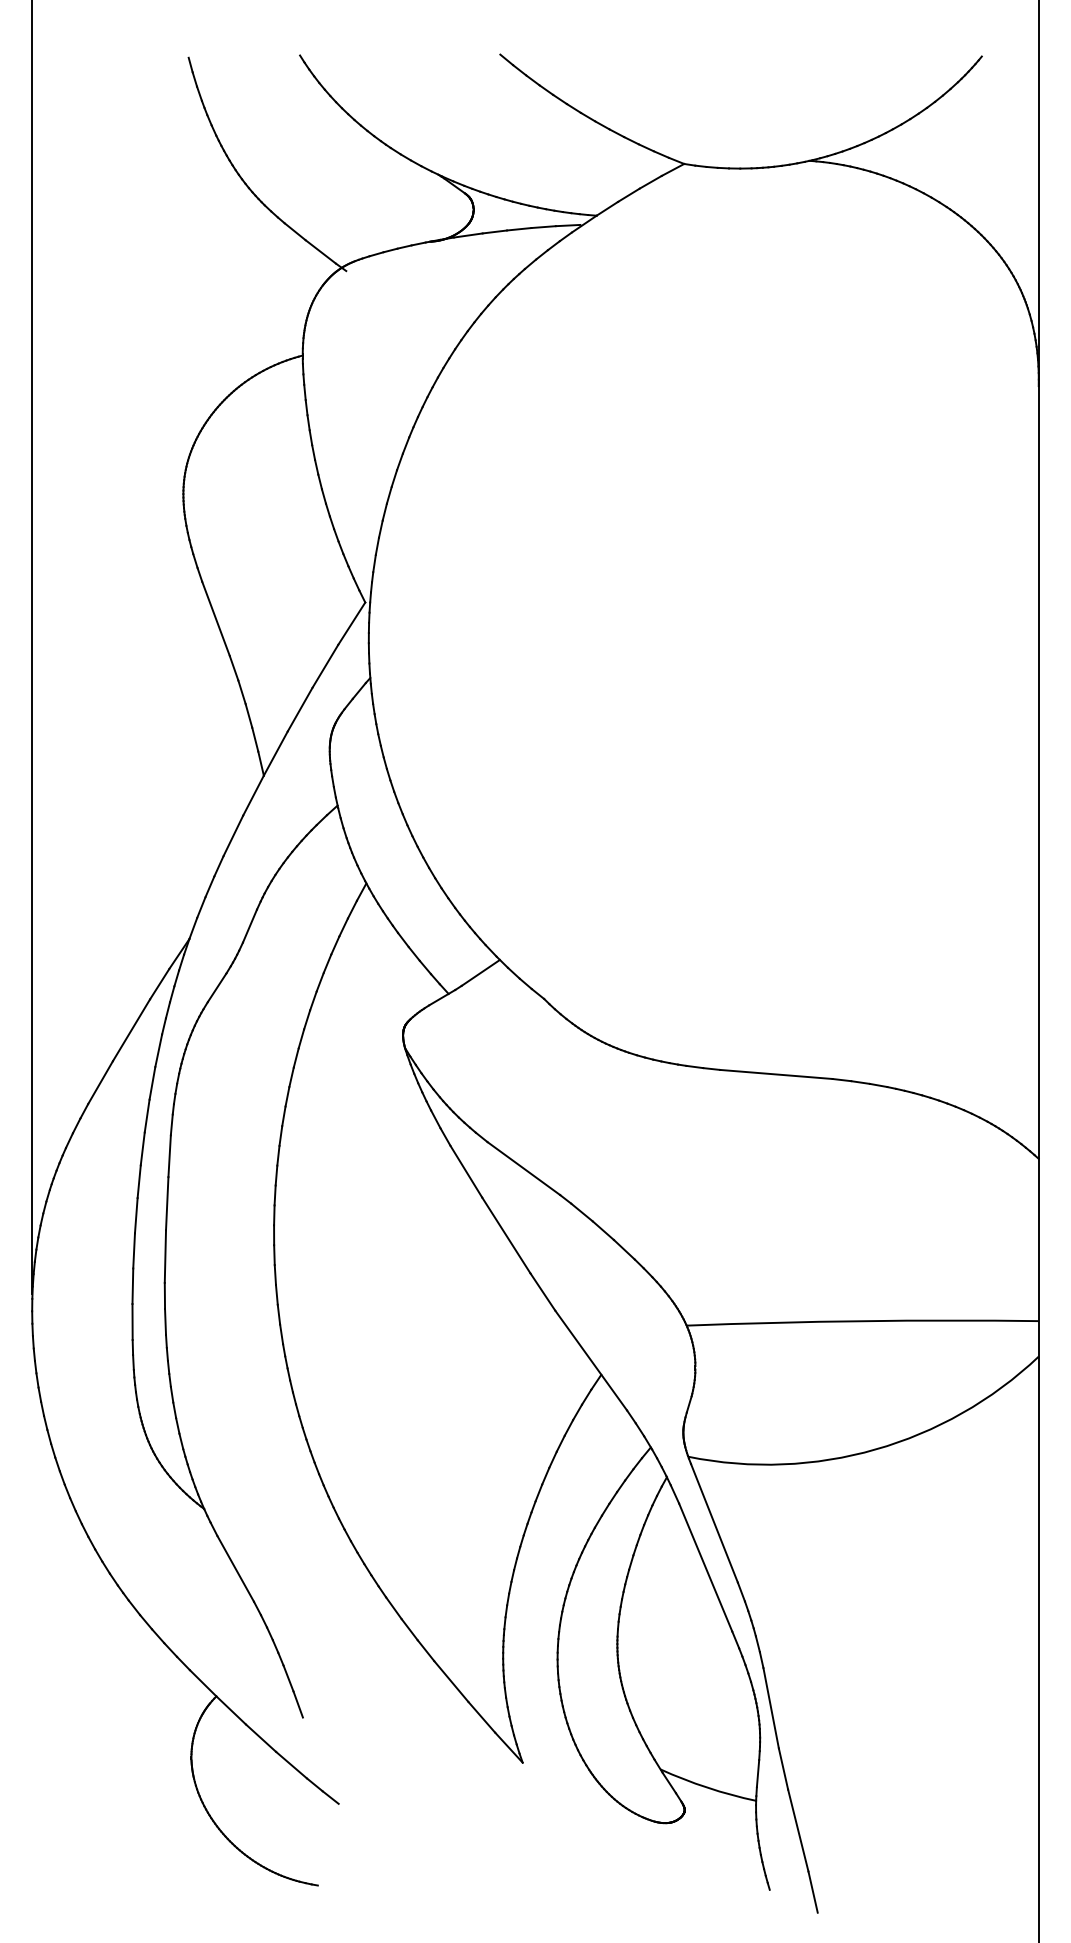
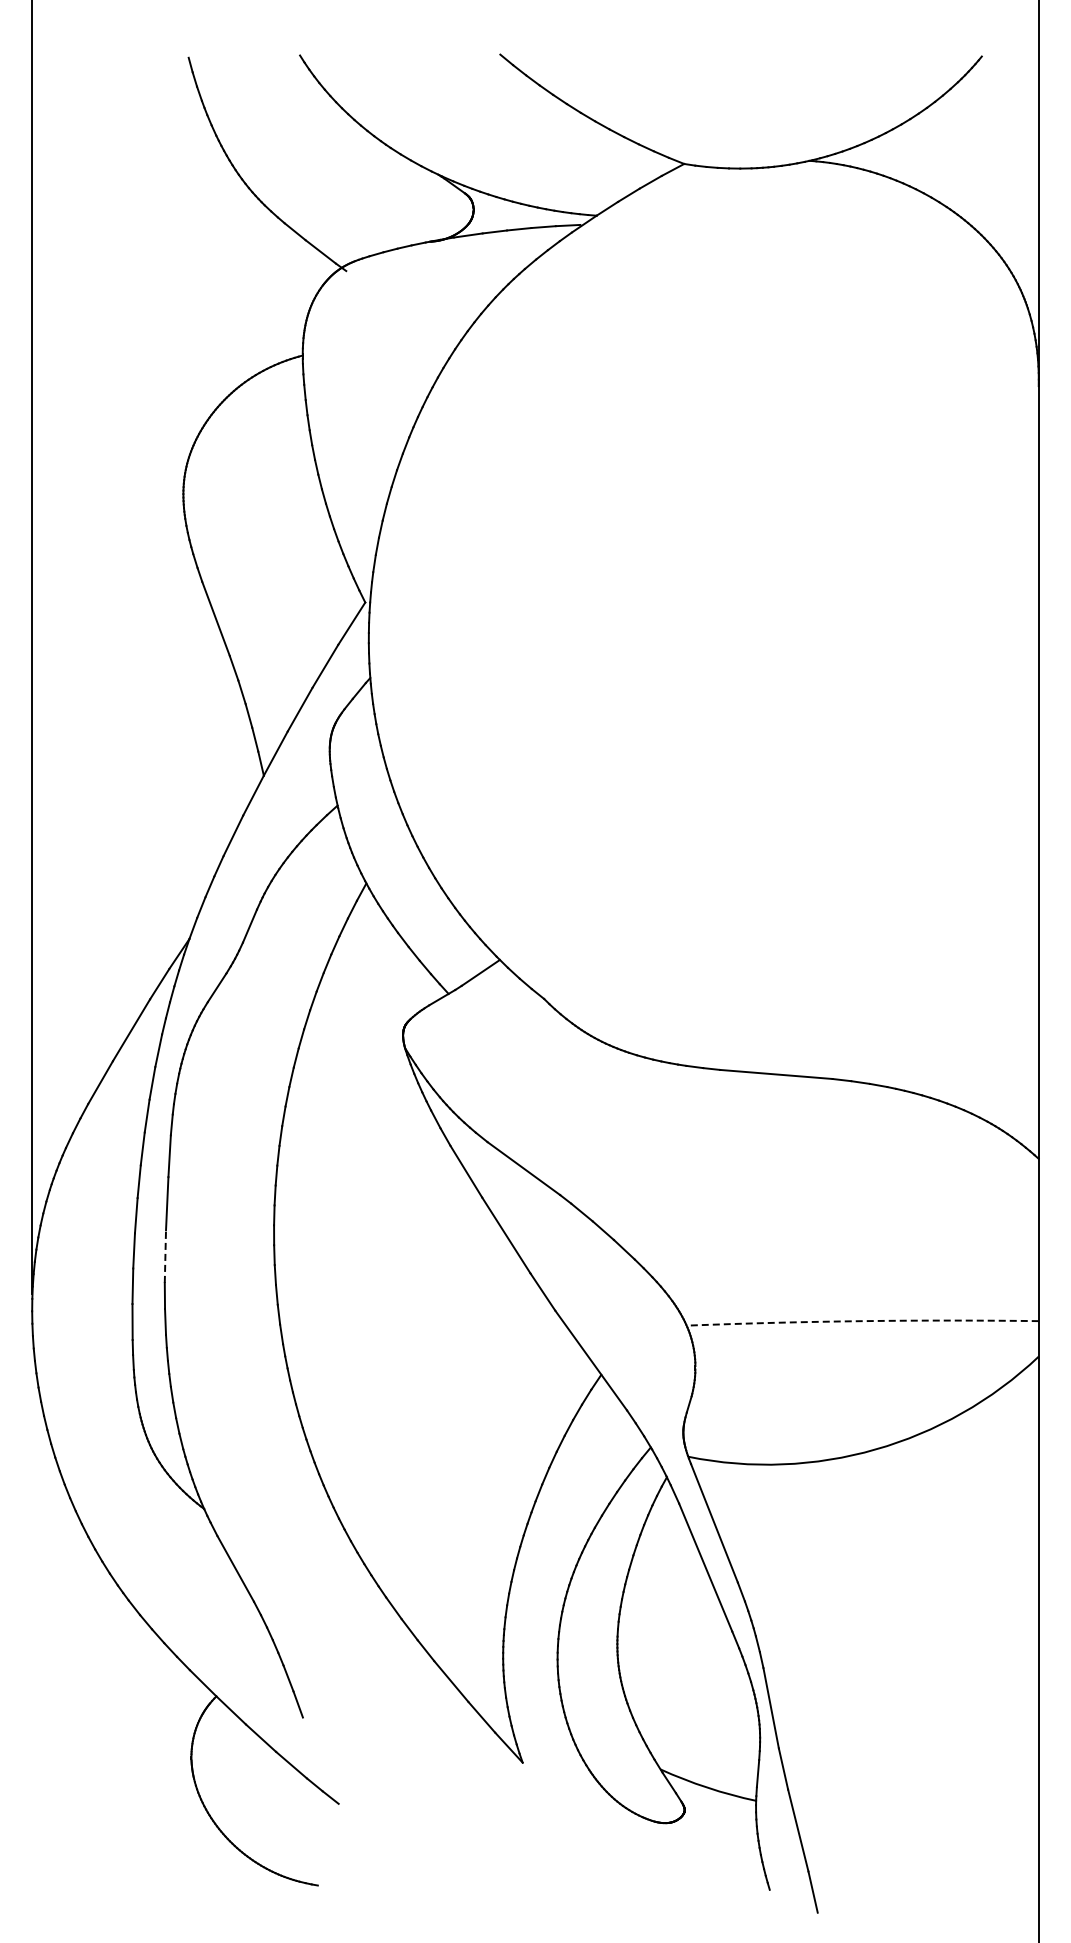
line at (165, 1256): solid -> dashed
arc at (862, 1321): solid -> dashed
